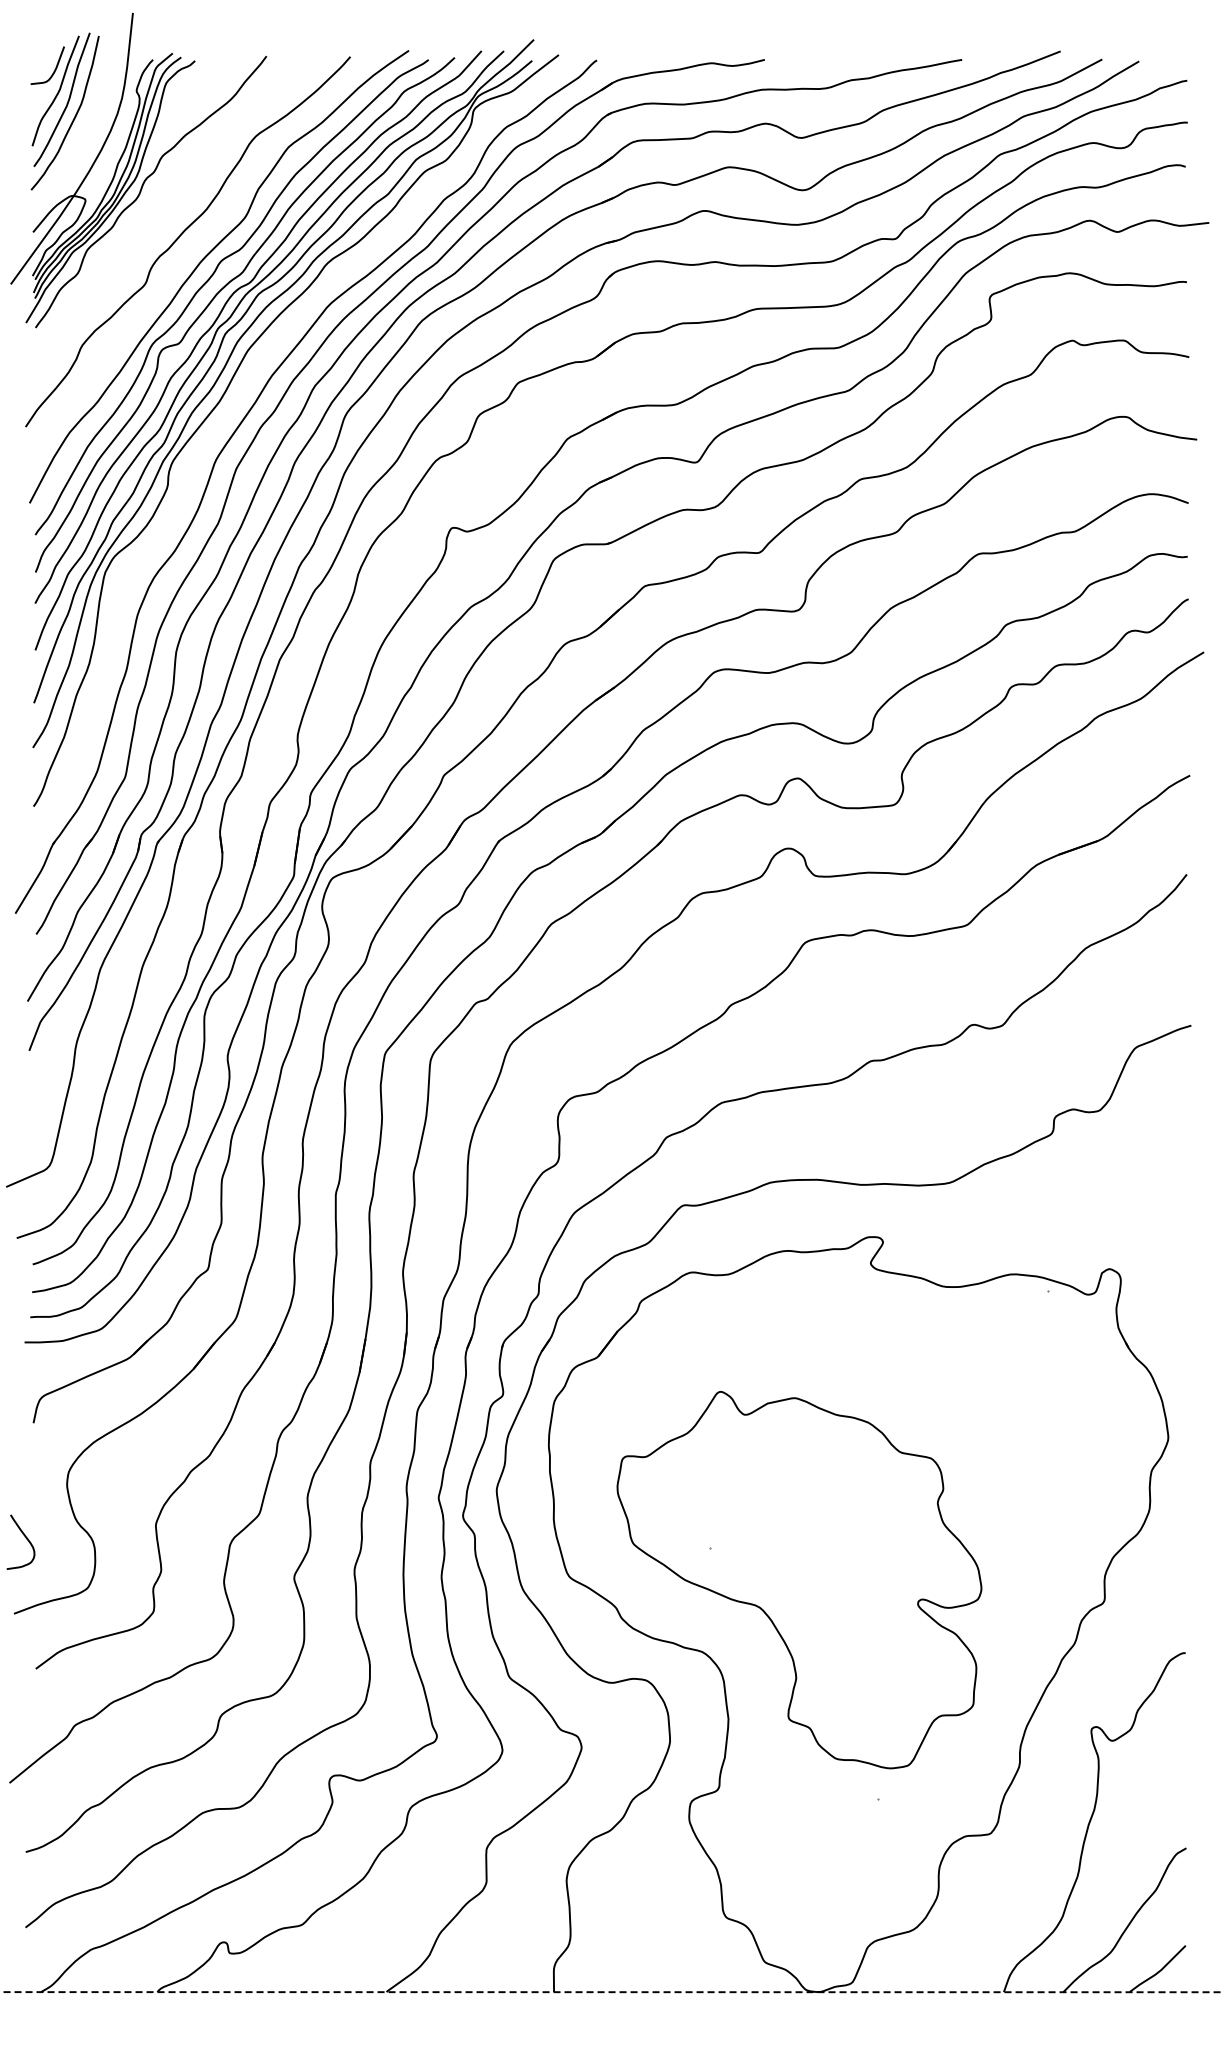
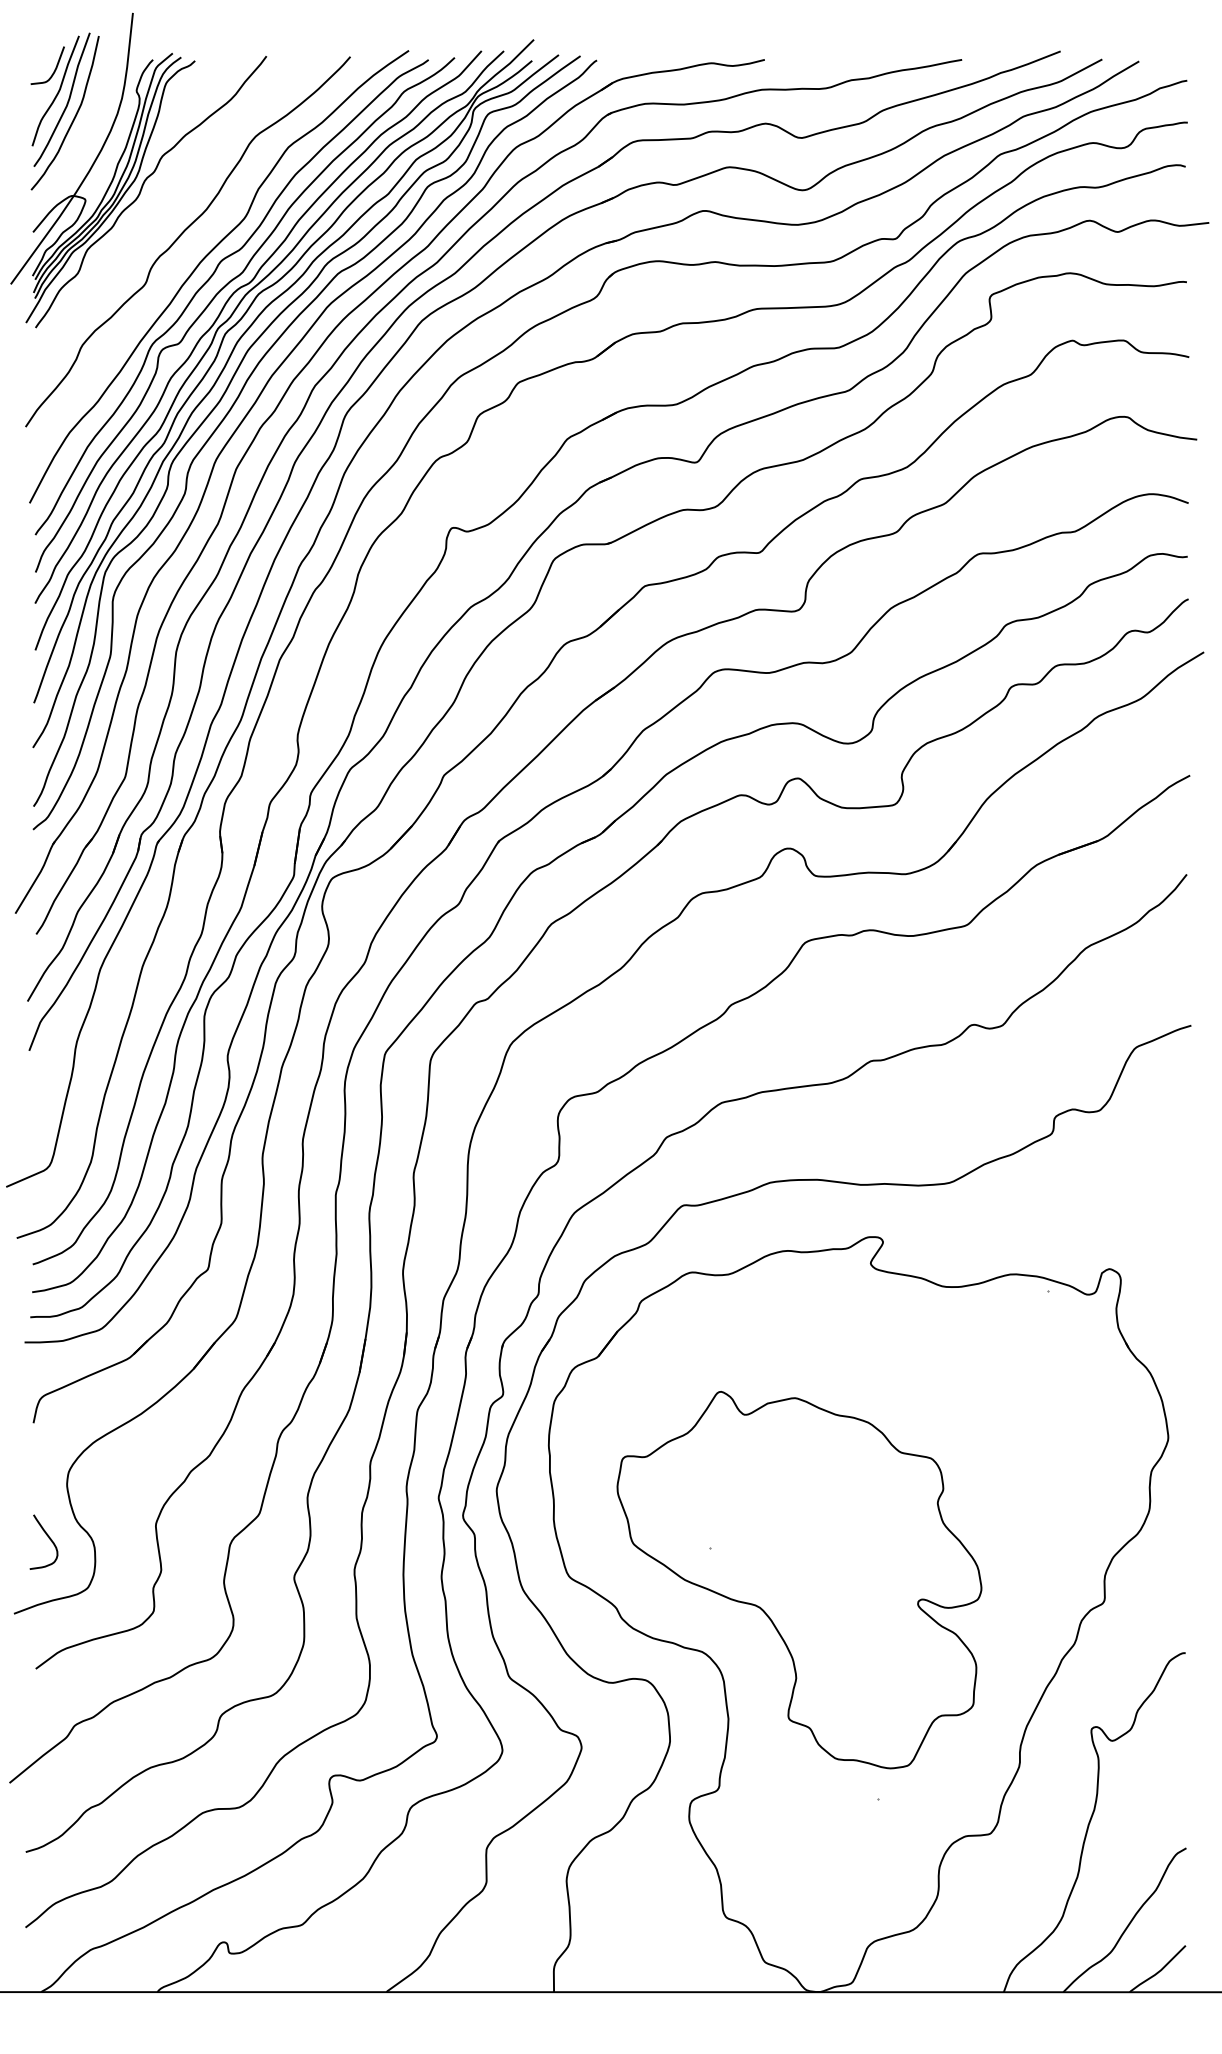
curve at (237, 400): none -> present
curve at (25, 1538) position: (25, 1538) -> (48, 1538)
line at (611, 1992): dashed -> solid
